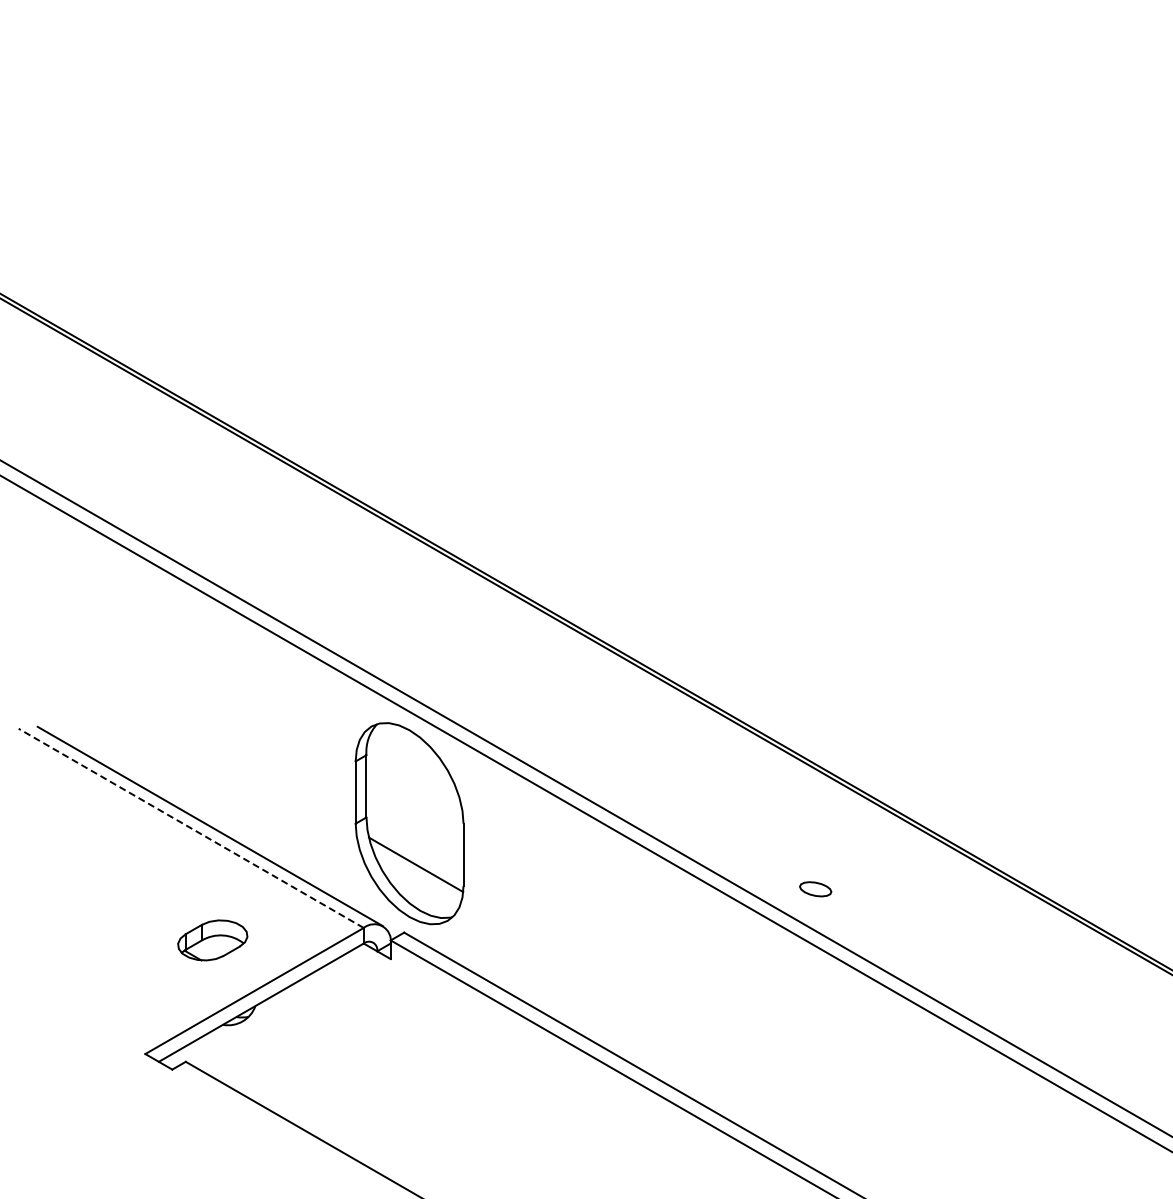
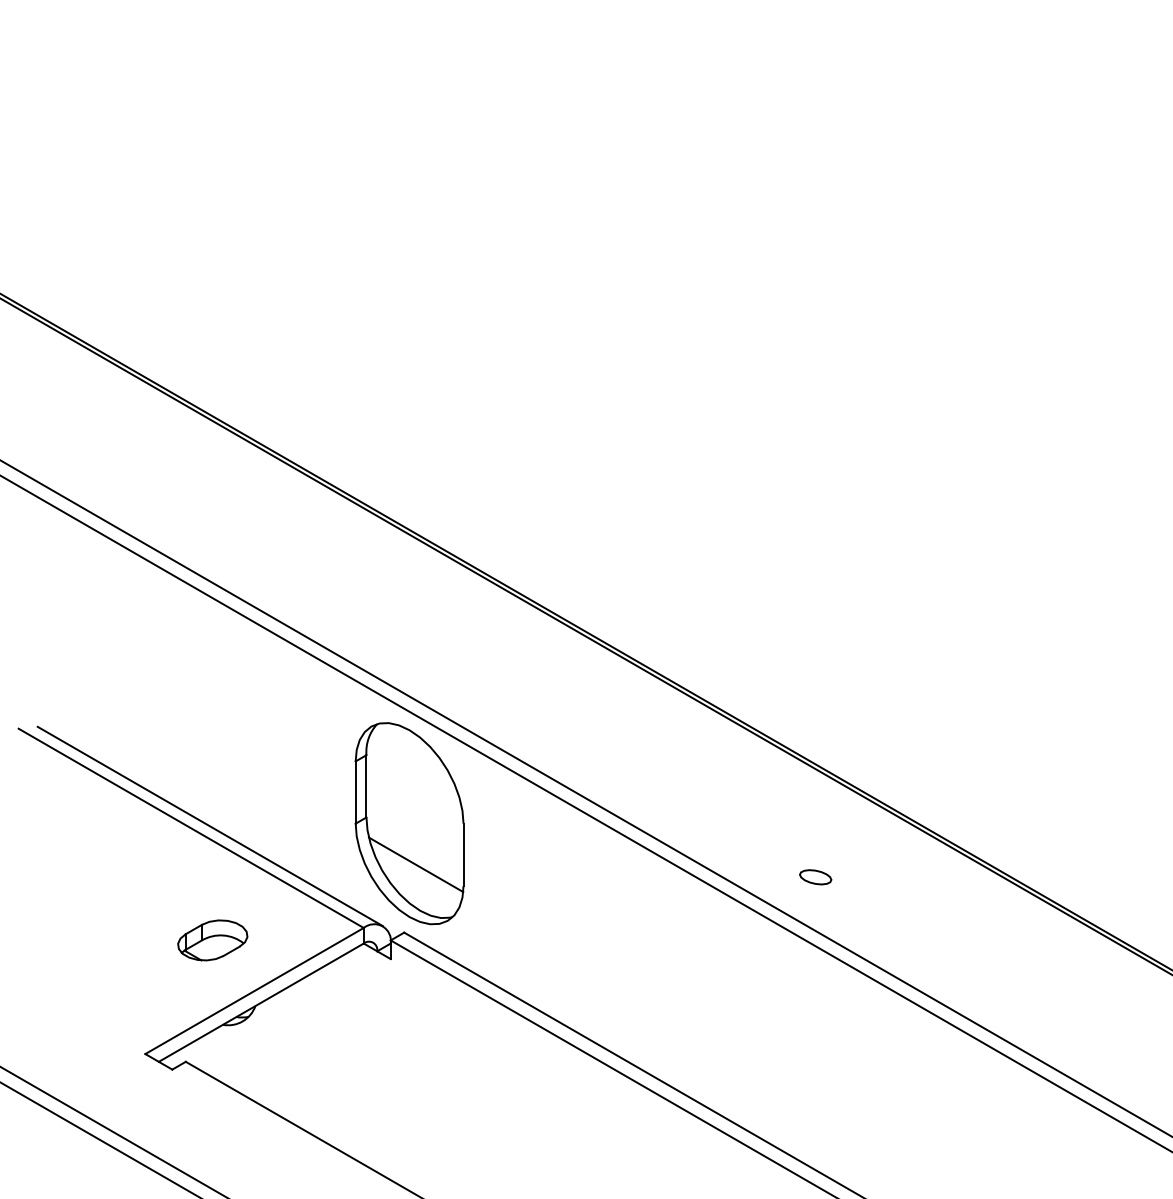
line at (190, 828): dashed -> solid
part at (815, 889) position: (815, 889) -> (815, 877)
line at (112, 1131): none -> present
line at (99, 1139): none -> present
